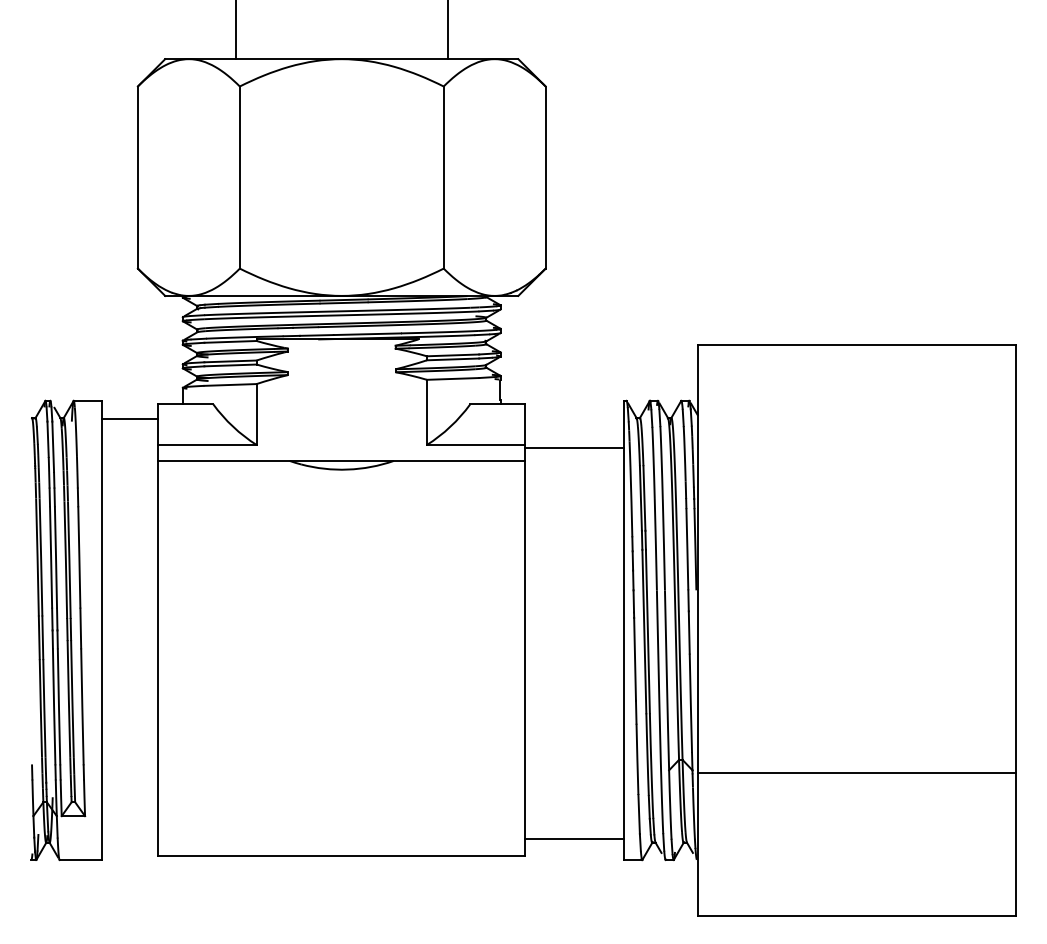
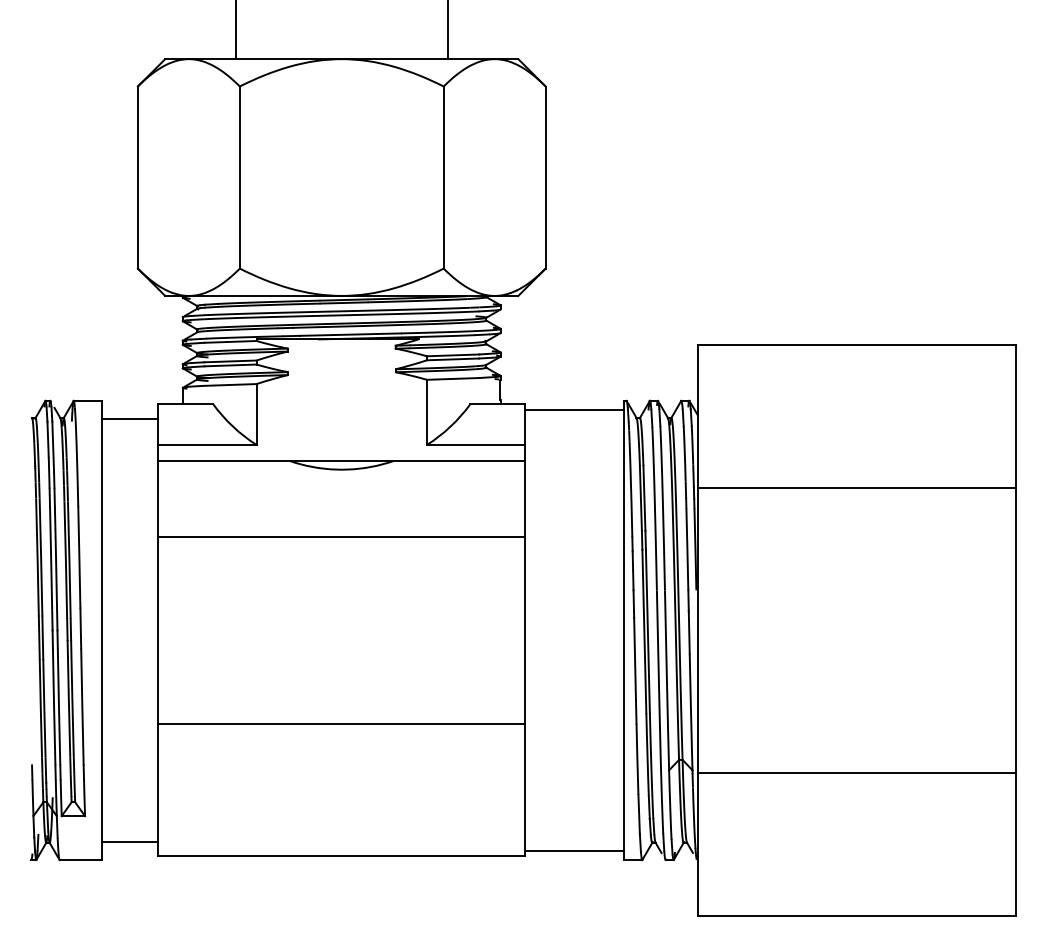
line at (574, 448) position: (574, 448) -> (574, 410)
line at (856, 487): none -> present
line at (341, 536): none -> present
line at (341, 724): none -> present
line at (574, 838) position: (574, 838) -> (574, 850)
line at (129, 842): none -> present
